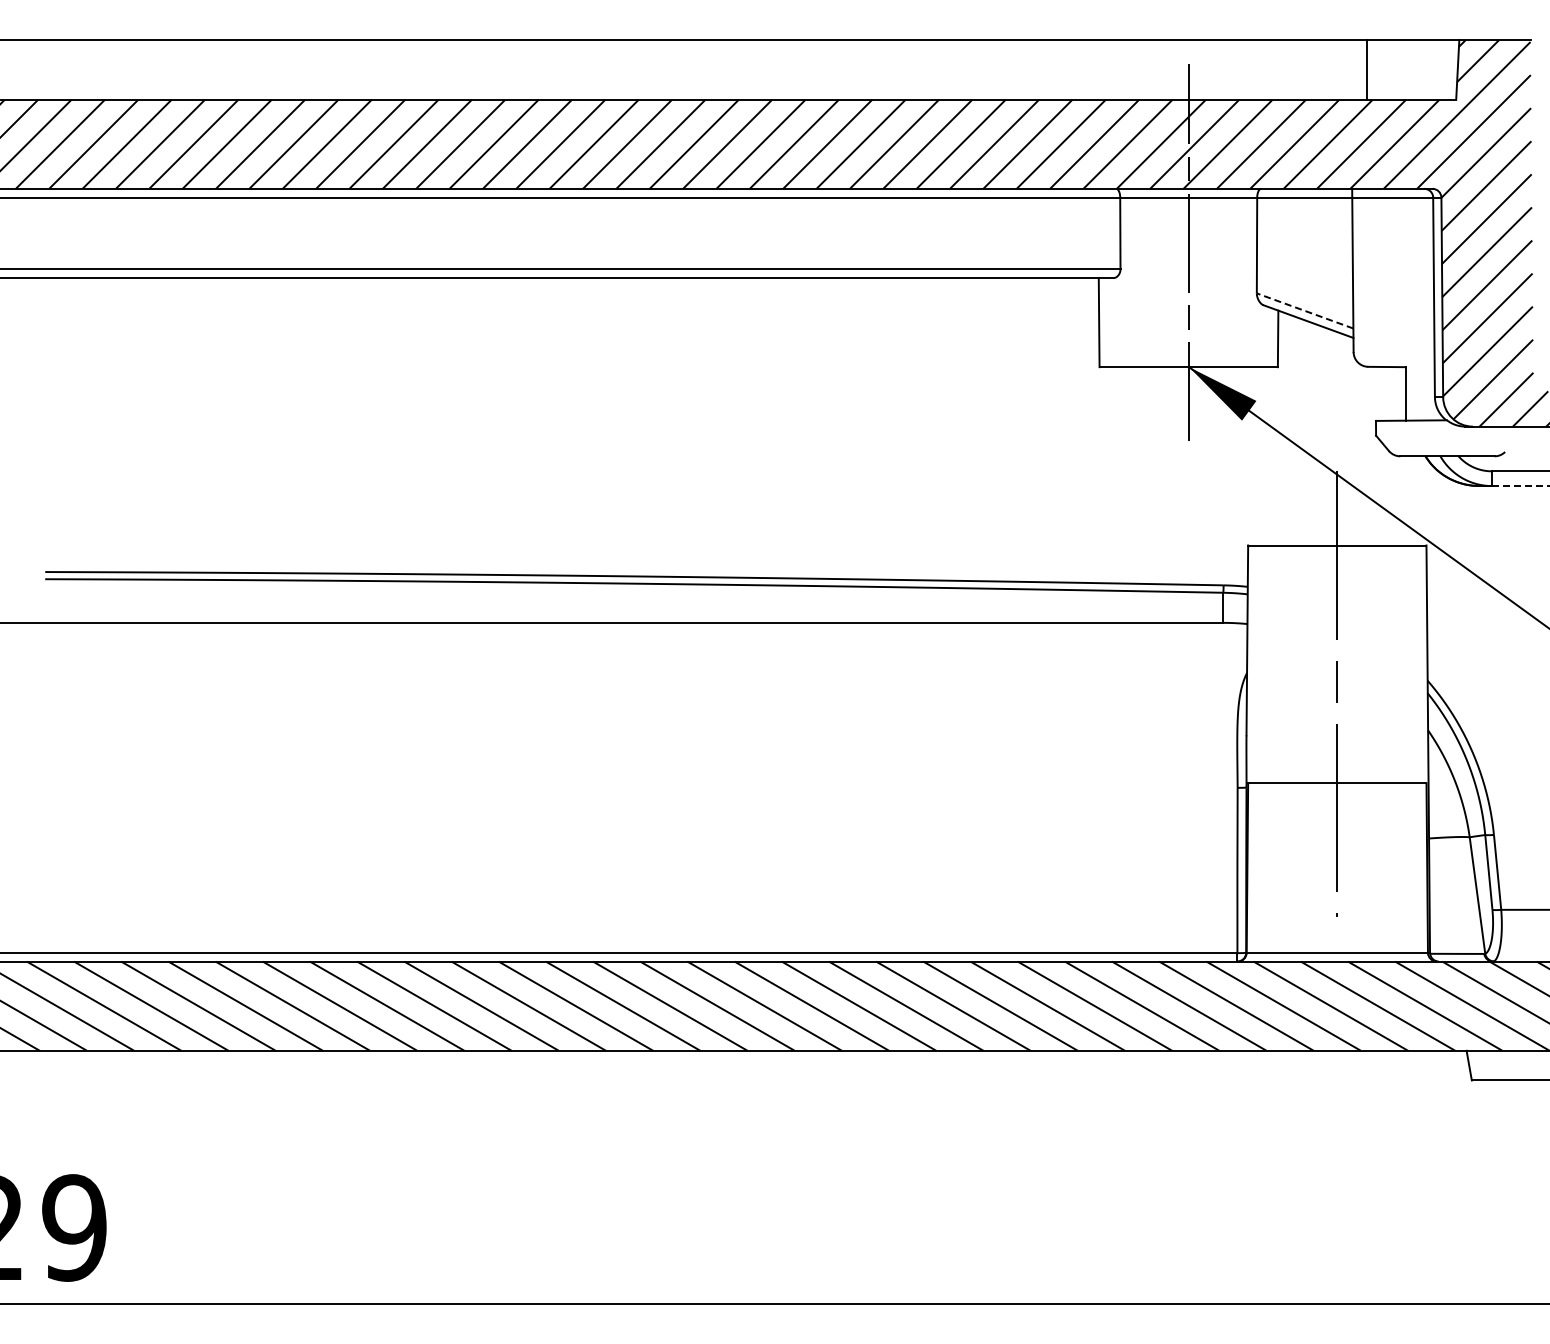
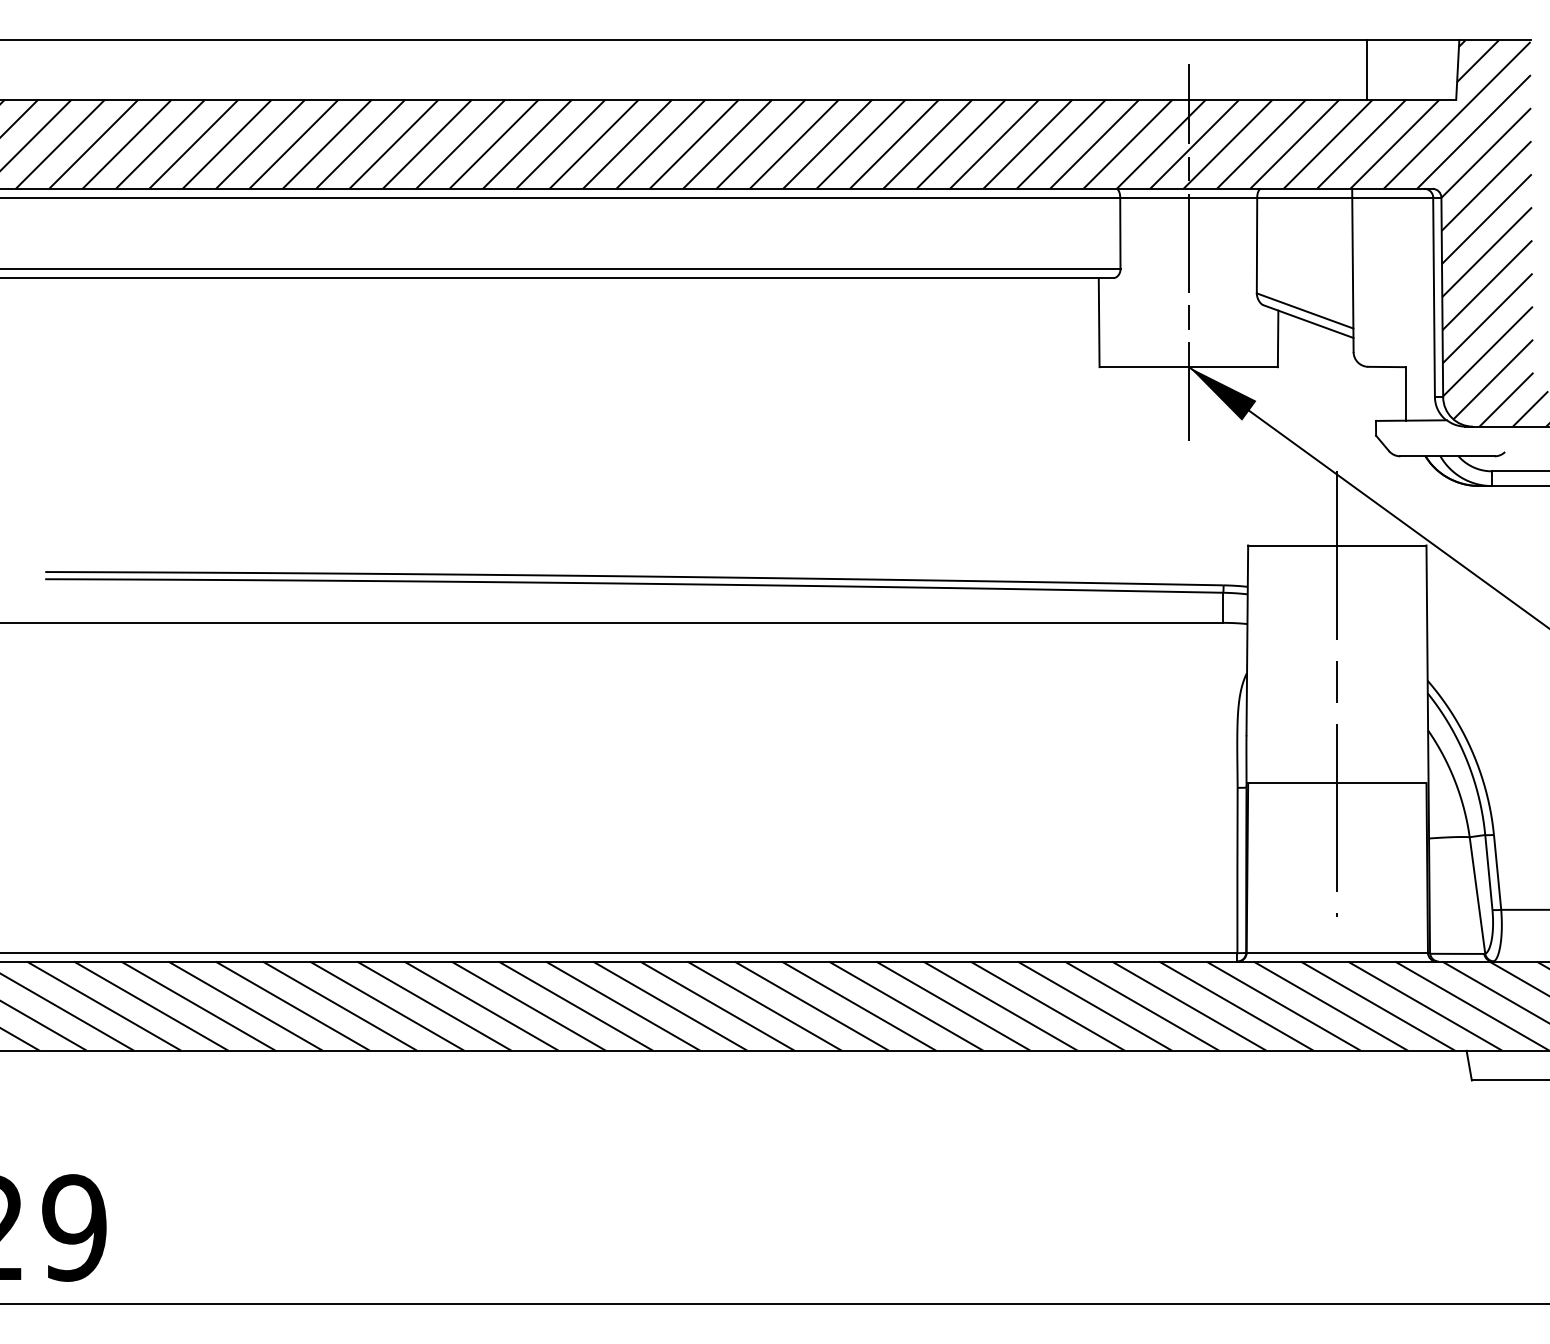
line at (1304, 310): dashed -> solid
line at (1520, 486): dashed -> solid
